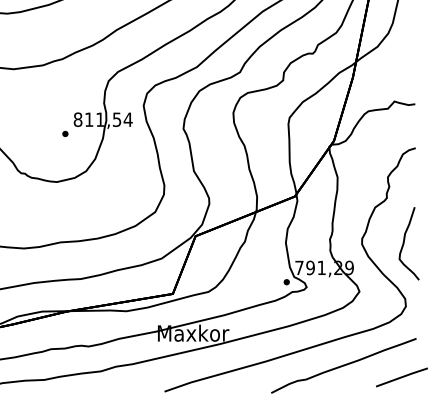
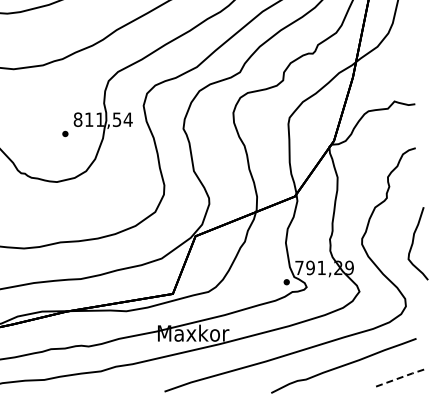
curve at (404, 243) position: (404, 243) -> (413, 243)
line at (402, 376): solid -> dashed
